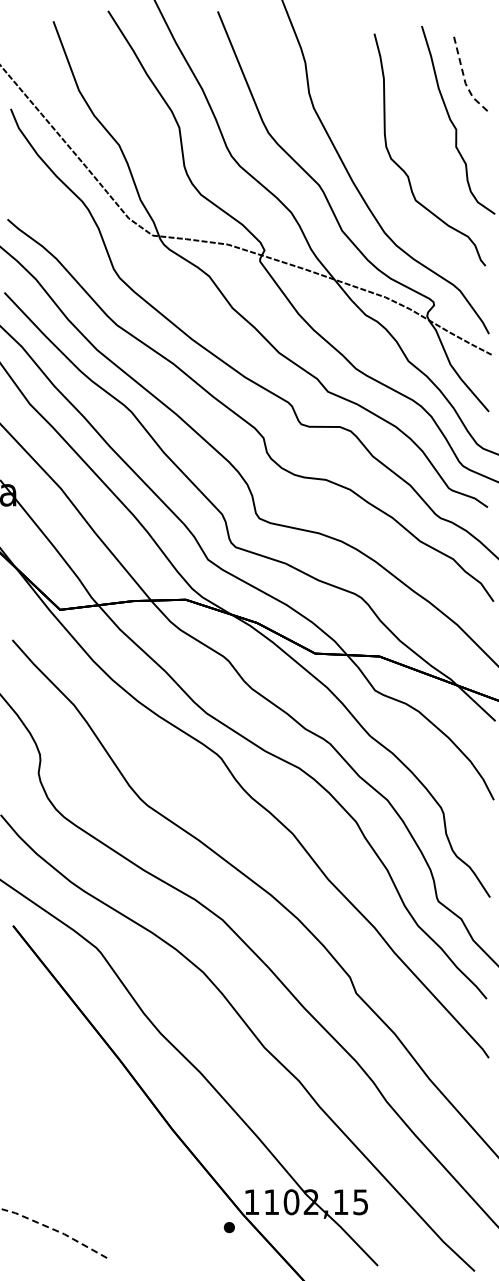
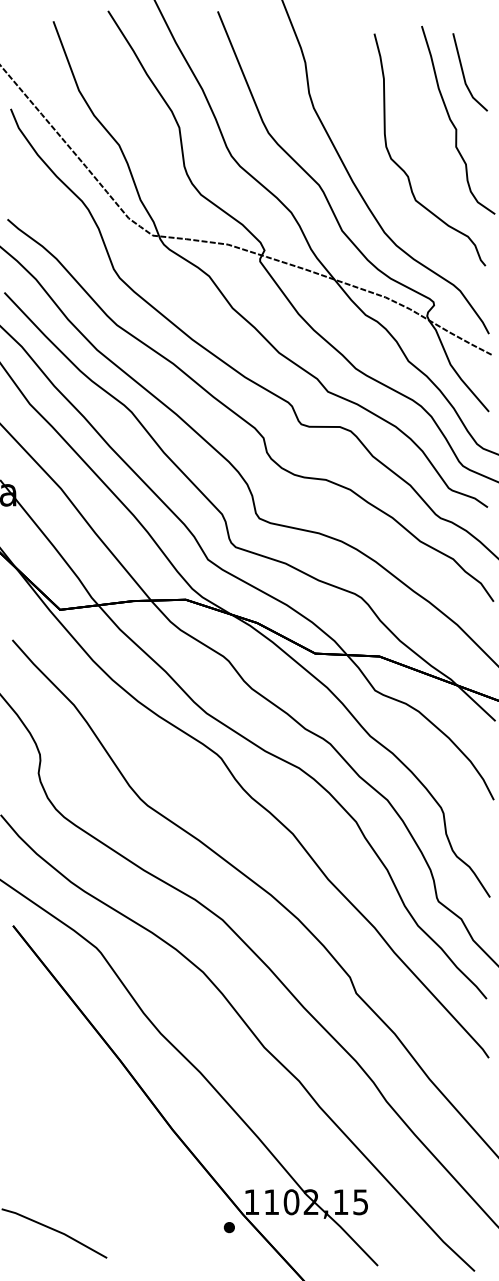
line at (463, 76): dashed -> solid
line at (55, 1230): dashed -> solid
